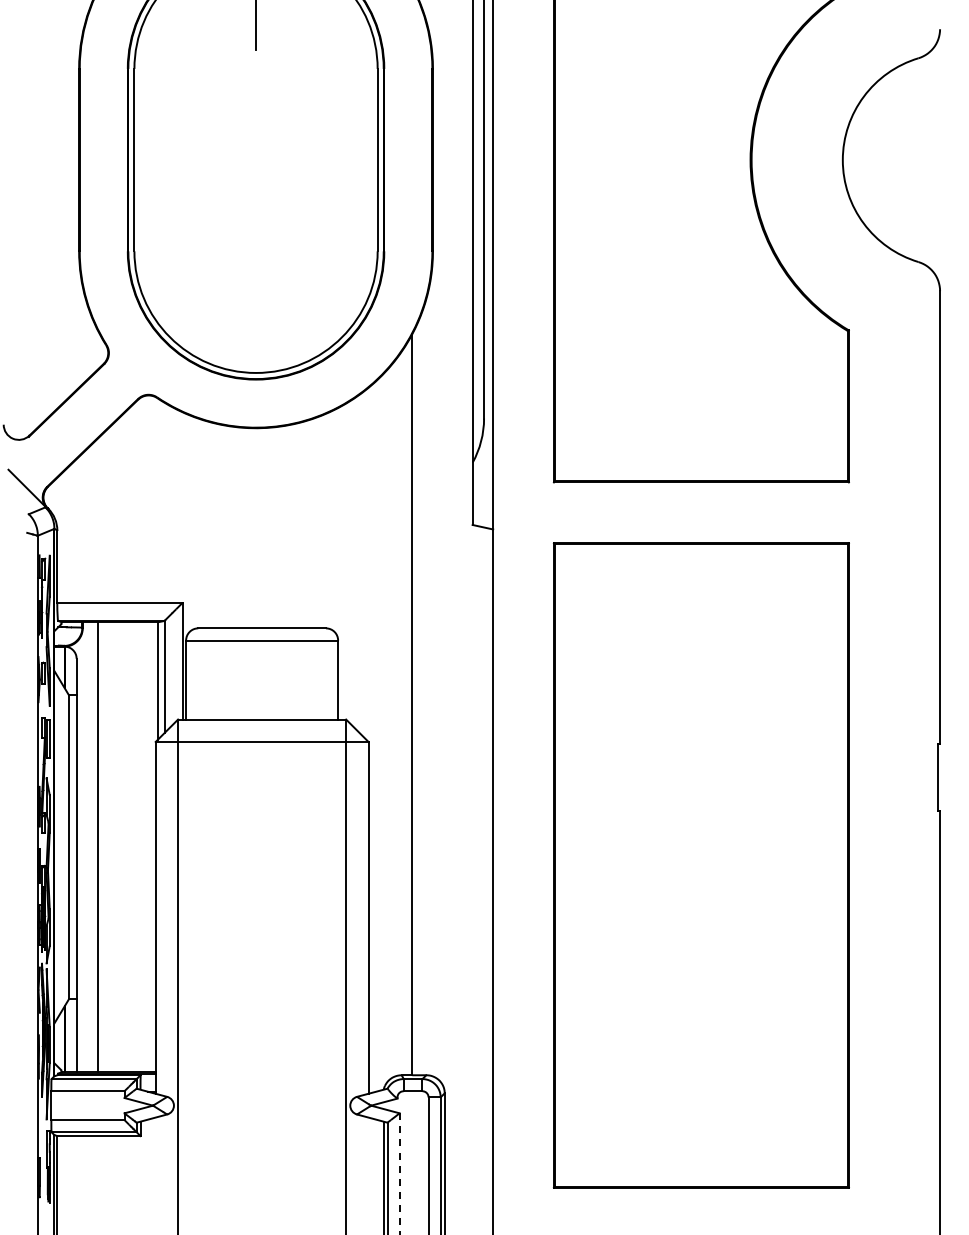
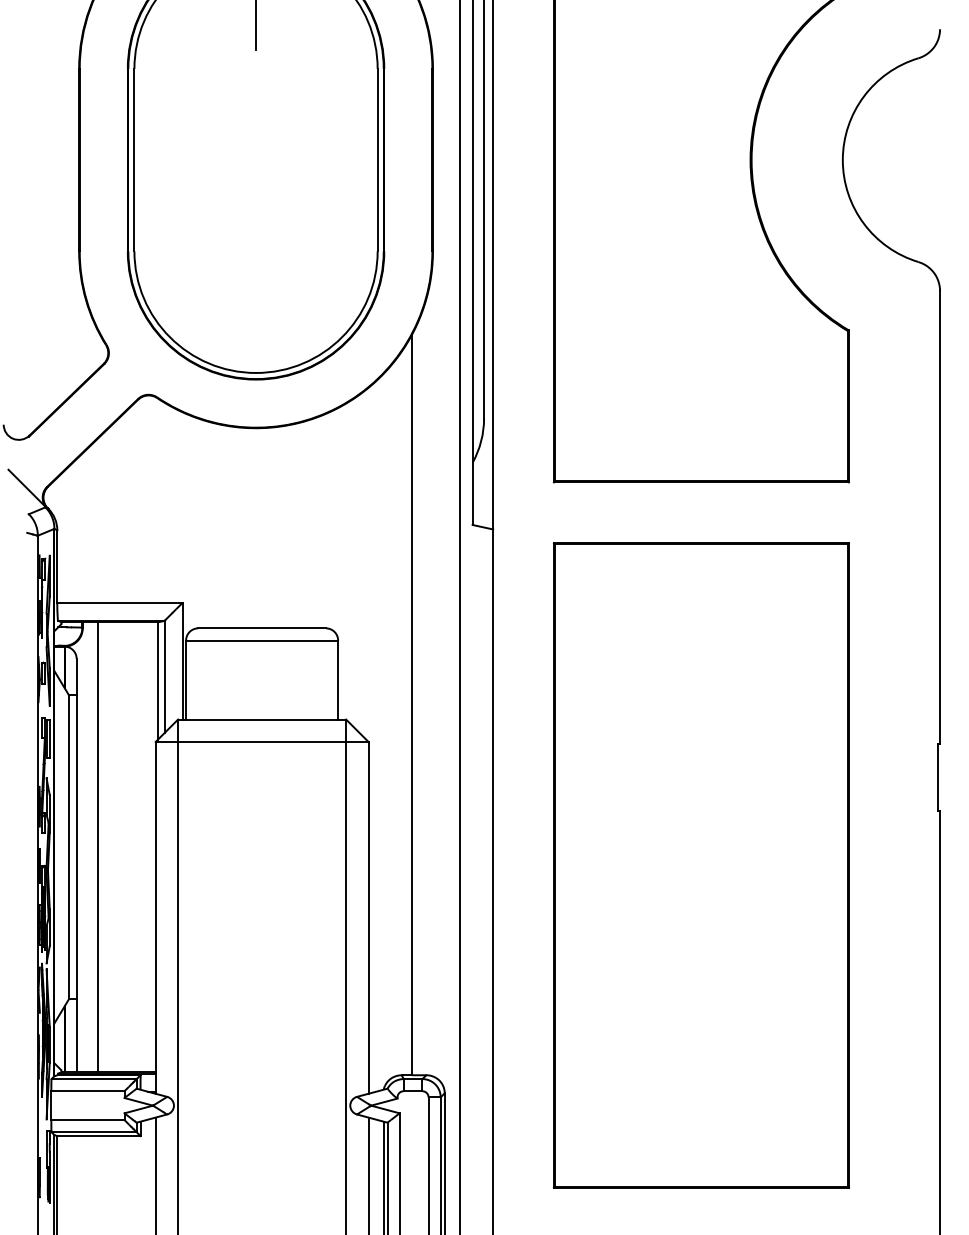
line at (459, 616): none -> present
line at (155, 1174): none -> present
line at (368, 1174): none -> present
line at (399, 1174): dashed -> solid
